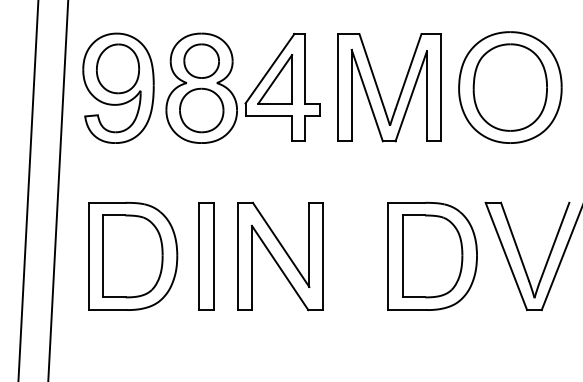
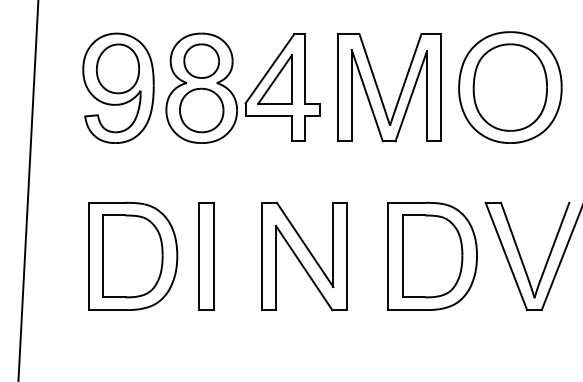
line at (58, 190): present -> none
part at (280, 256) position: (280, 256) -> (304, 256)
